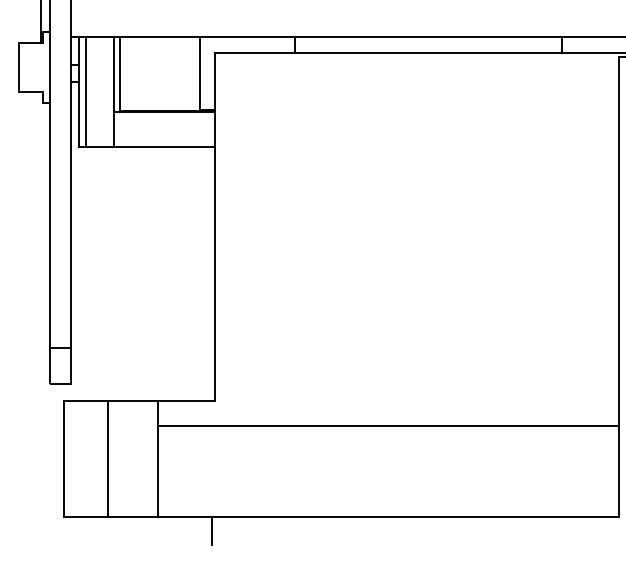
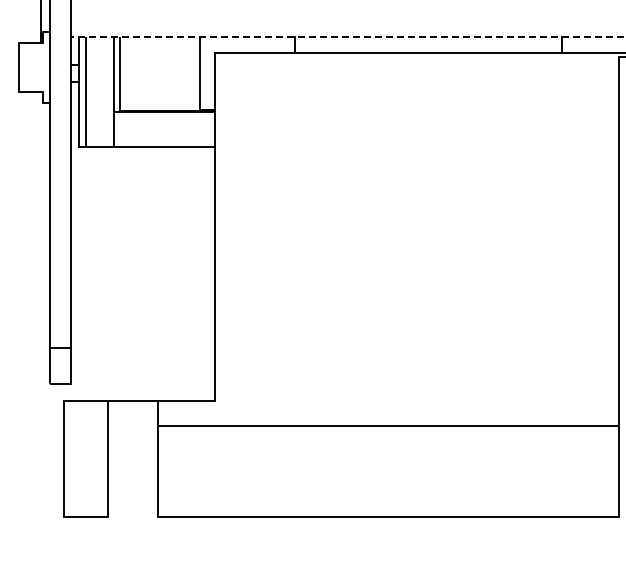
line at (348, 37): solid -> dashed
line at (132, 516): present -> none
line at (211, 530): present -> none
